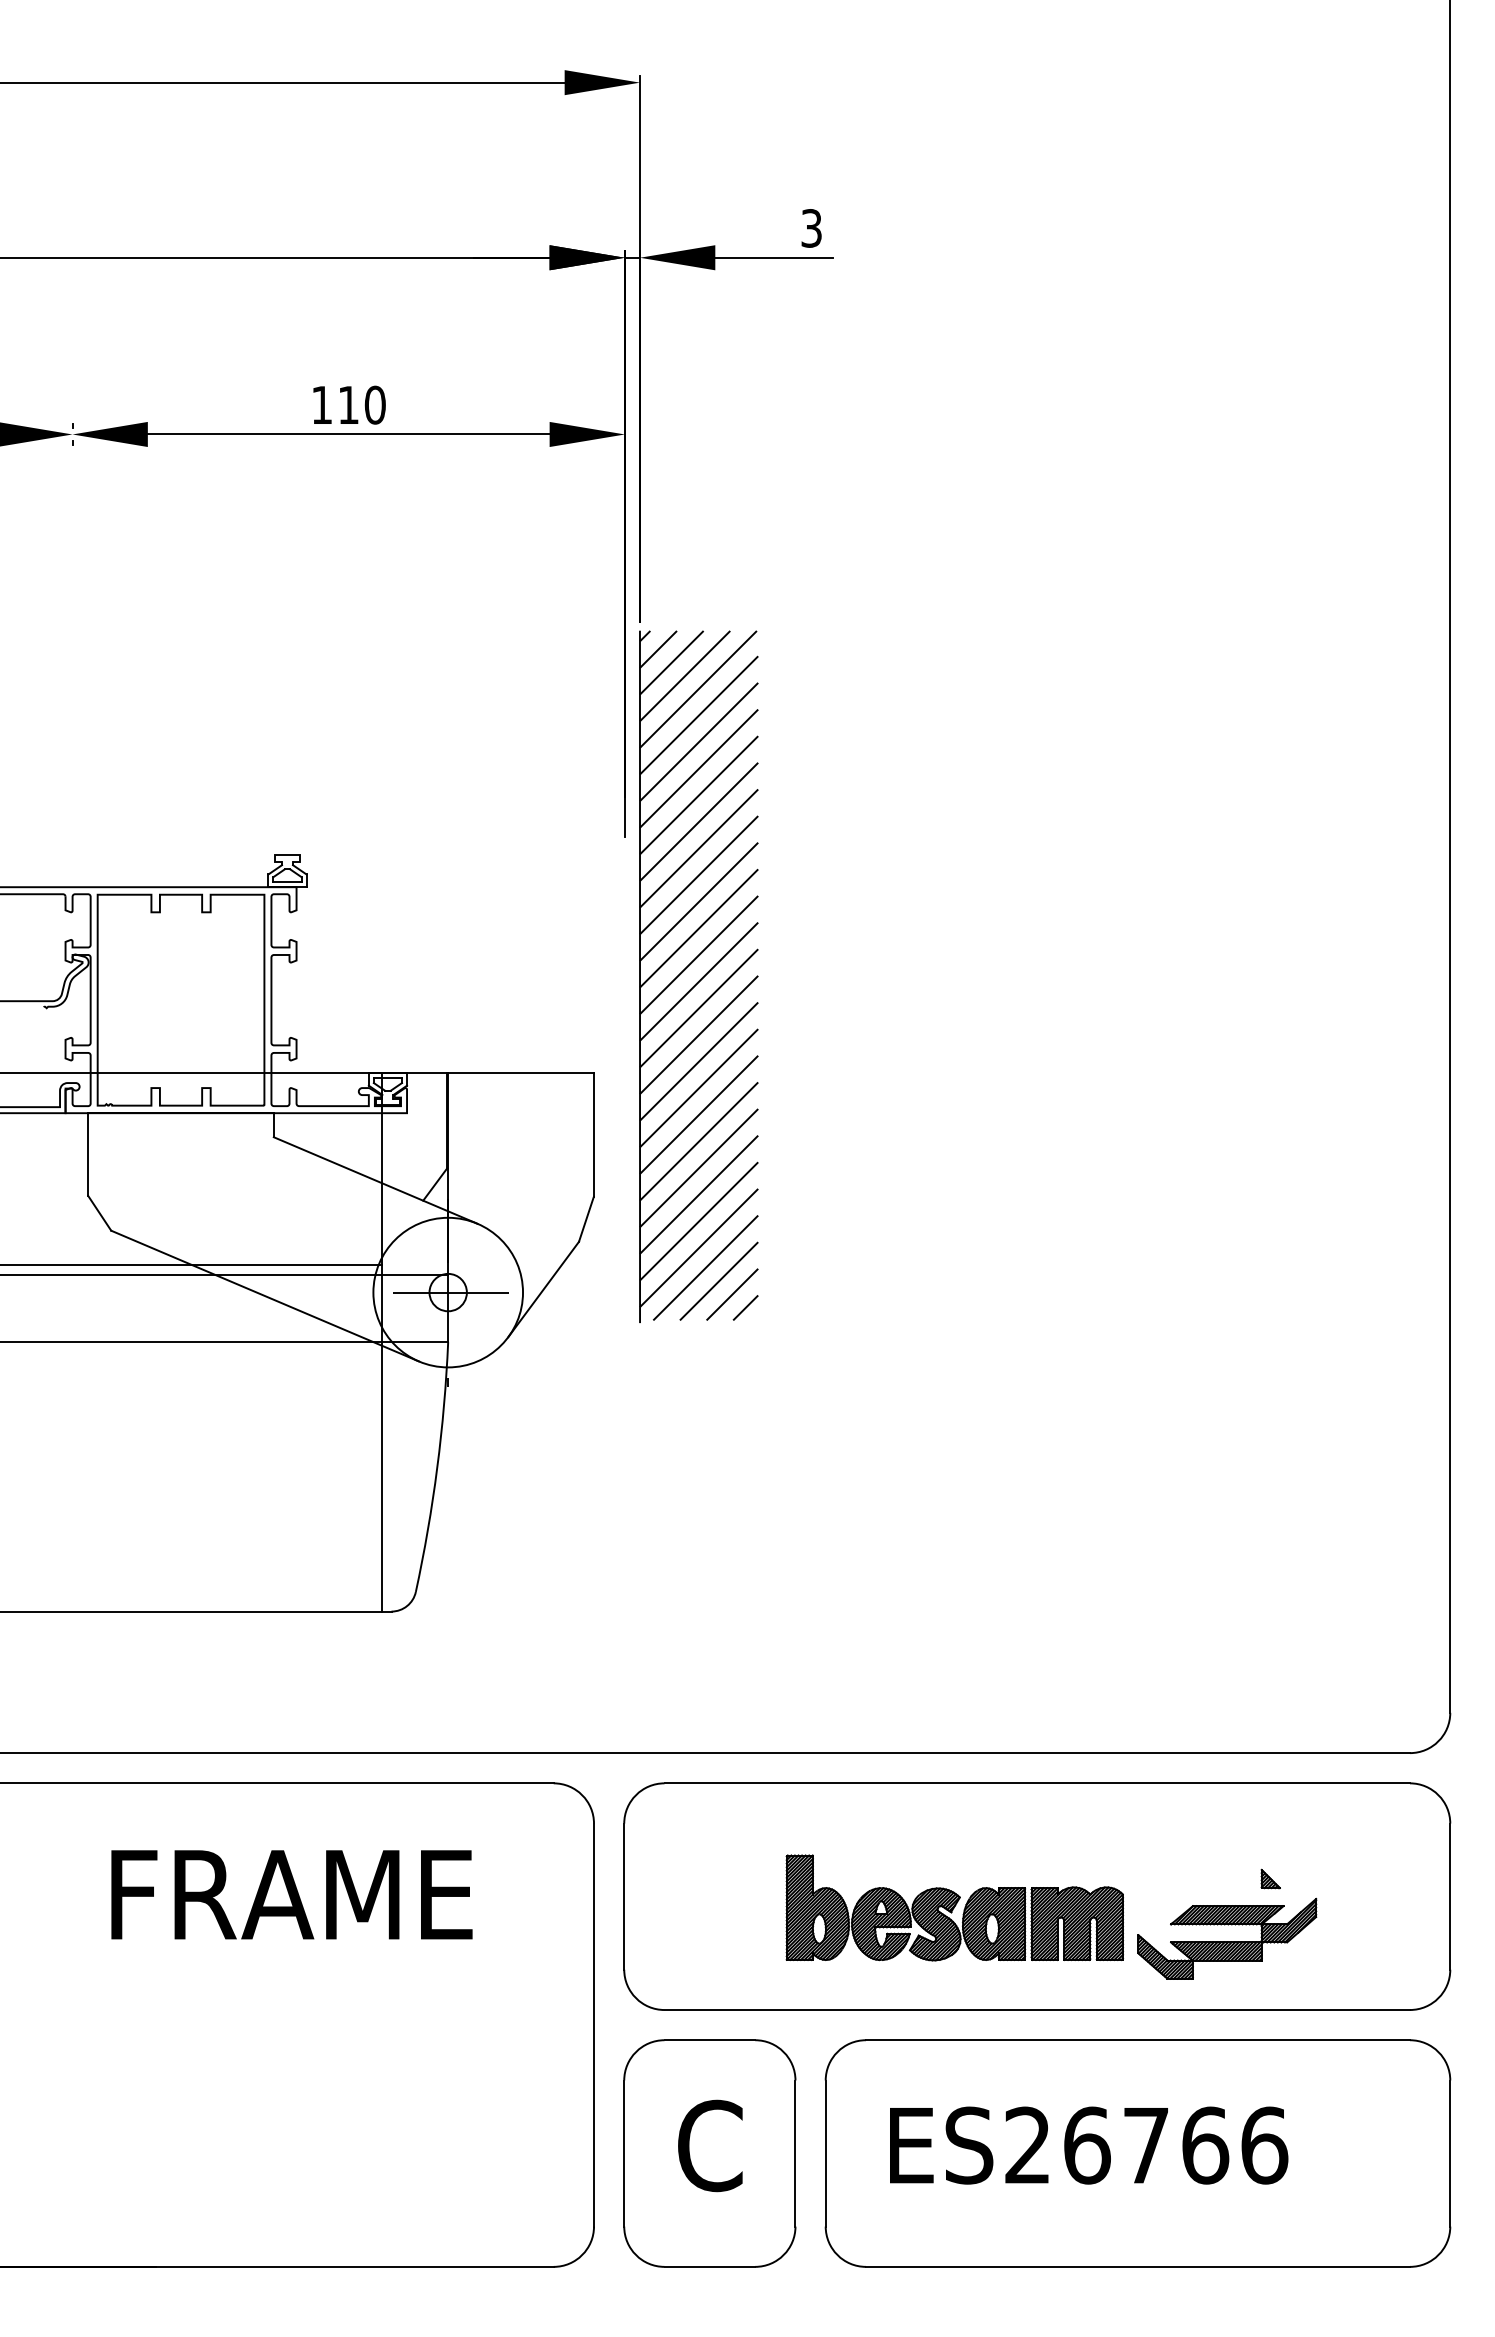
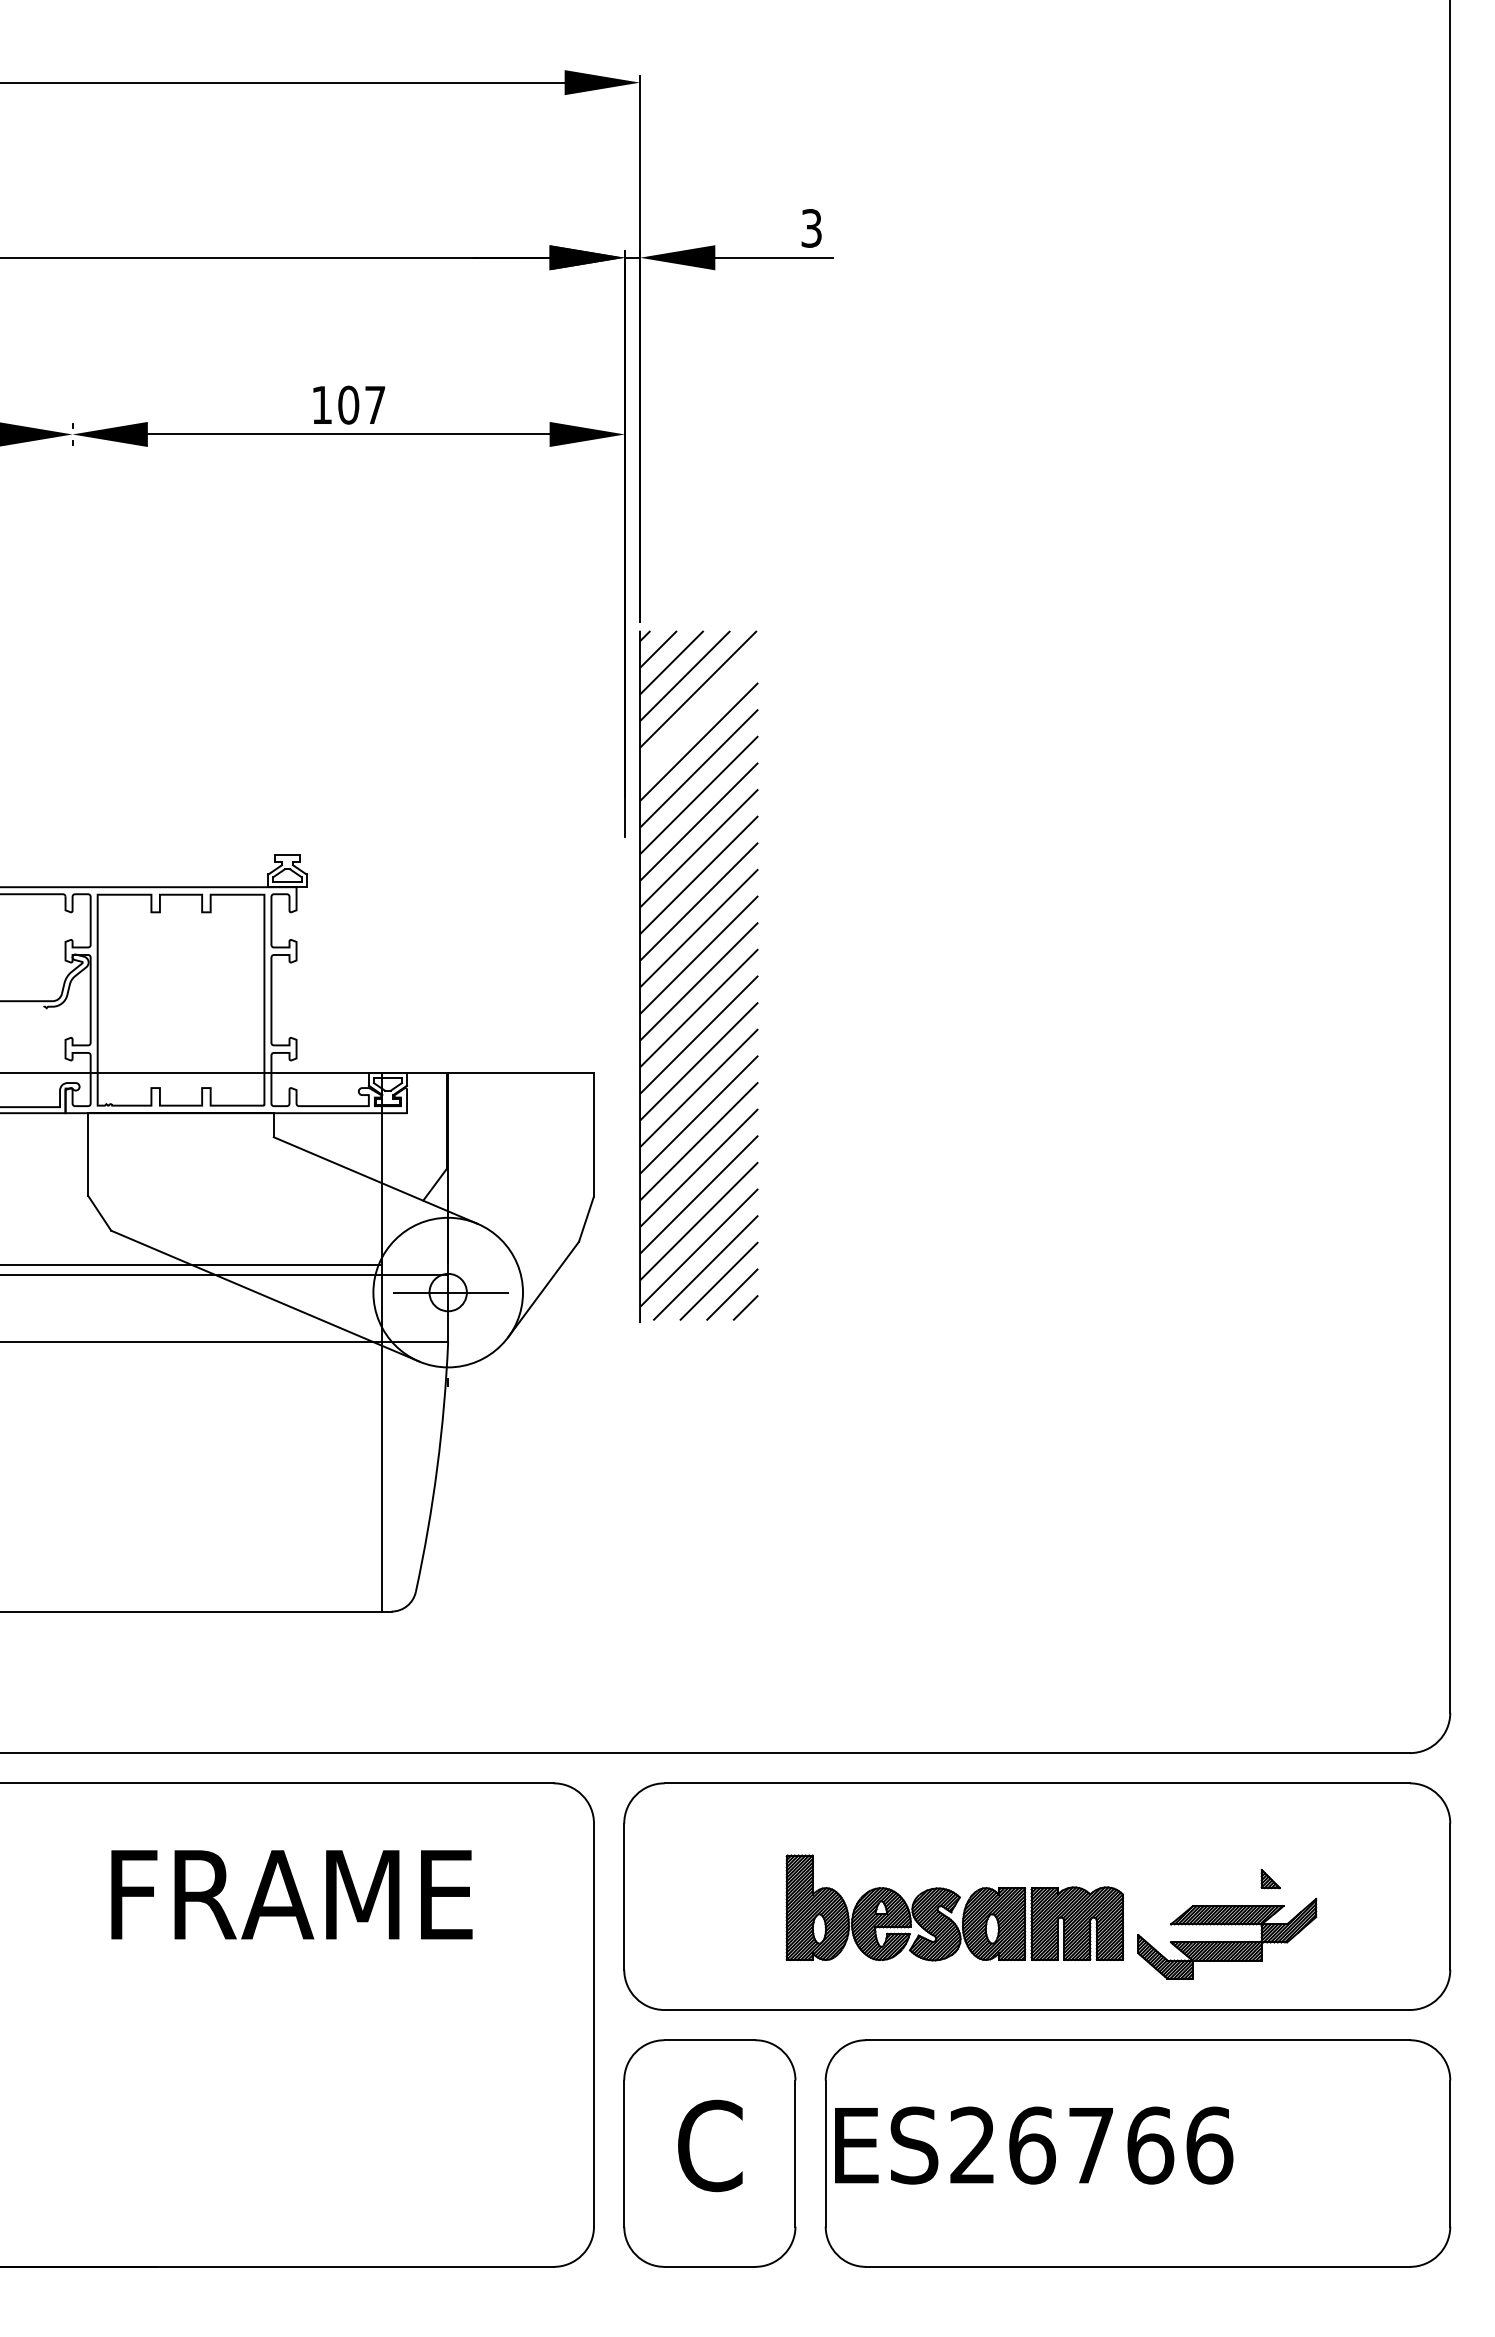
text at (361, 404): 110 -> 107
line at (698, 714): present -> none
text at (1089, 2145) position: (1089, 2145) -> (1034, 2145)
